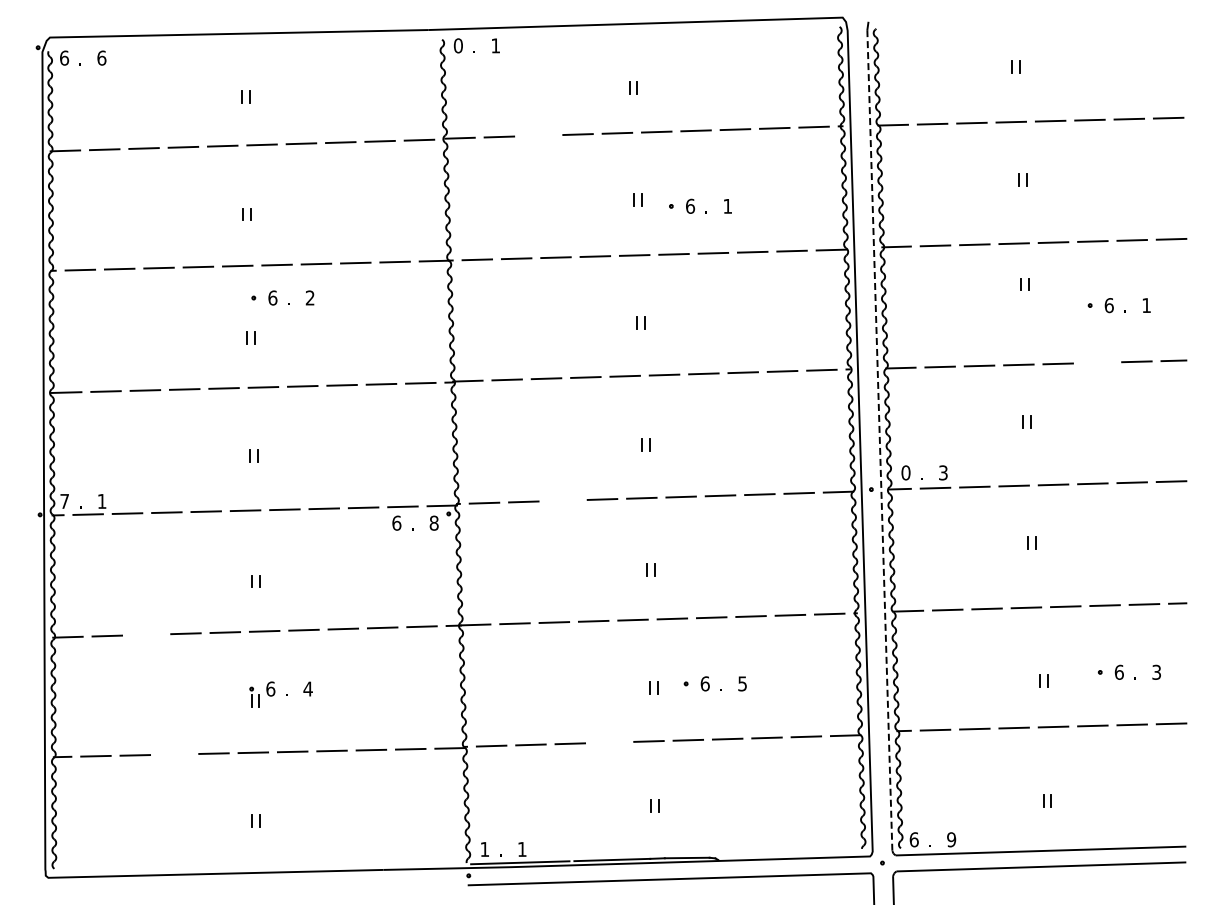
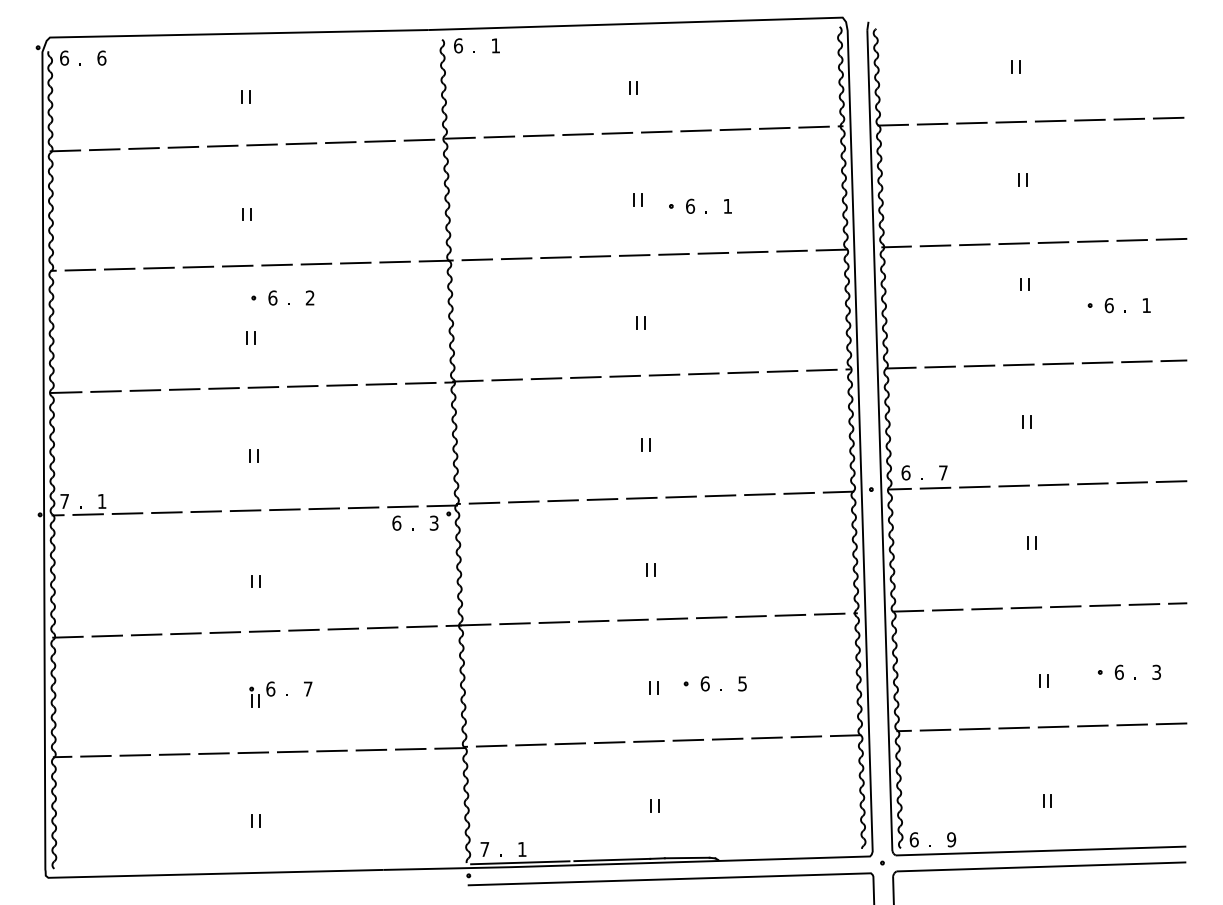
text at (458, 45): 0 -> 6
line at (538, 135): none -> present
line at (1097, 362): none -> present
line at (879, 440): dashed -> solid
text at (905, 472): 0 -> 6
text at (943, 472): 3 -> 7
line at (562, 500): none -> present
text at (433, 522): 8 -> 3
line at (146, 634): none -> present
text at (307, 688): 4 -> 7
line at (609, 742): none -> present
line at (174, 754): none -> present
text at (484, 849): 1 -> 7
